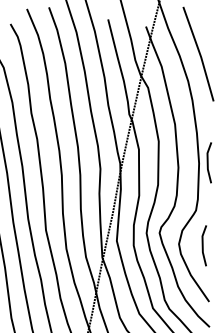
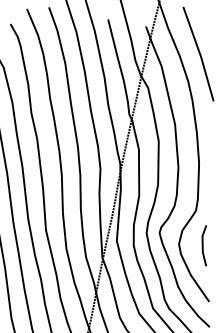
line at (208, 162): present -> none
